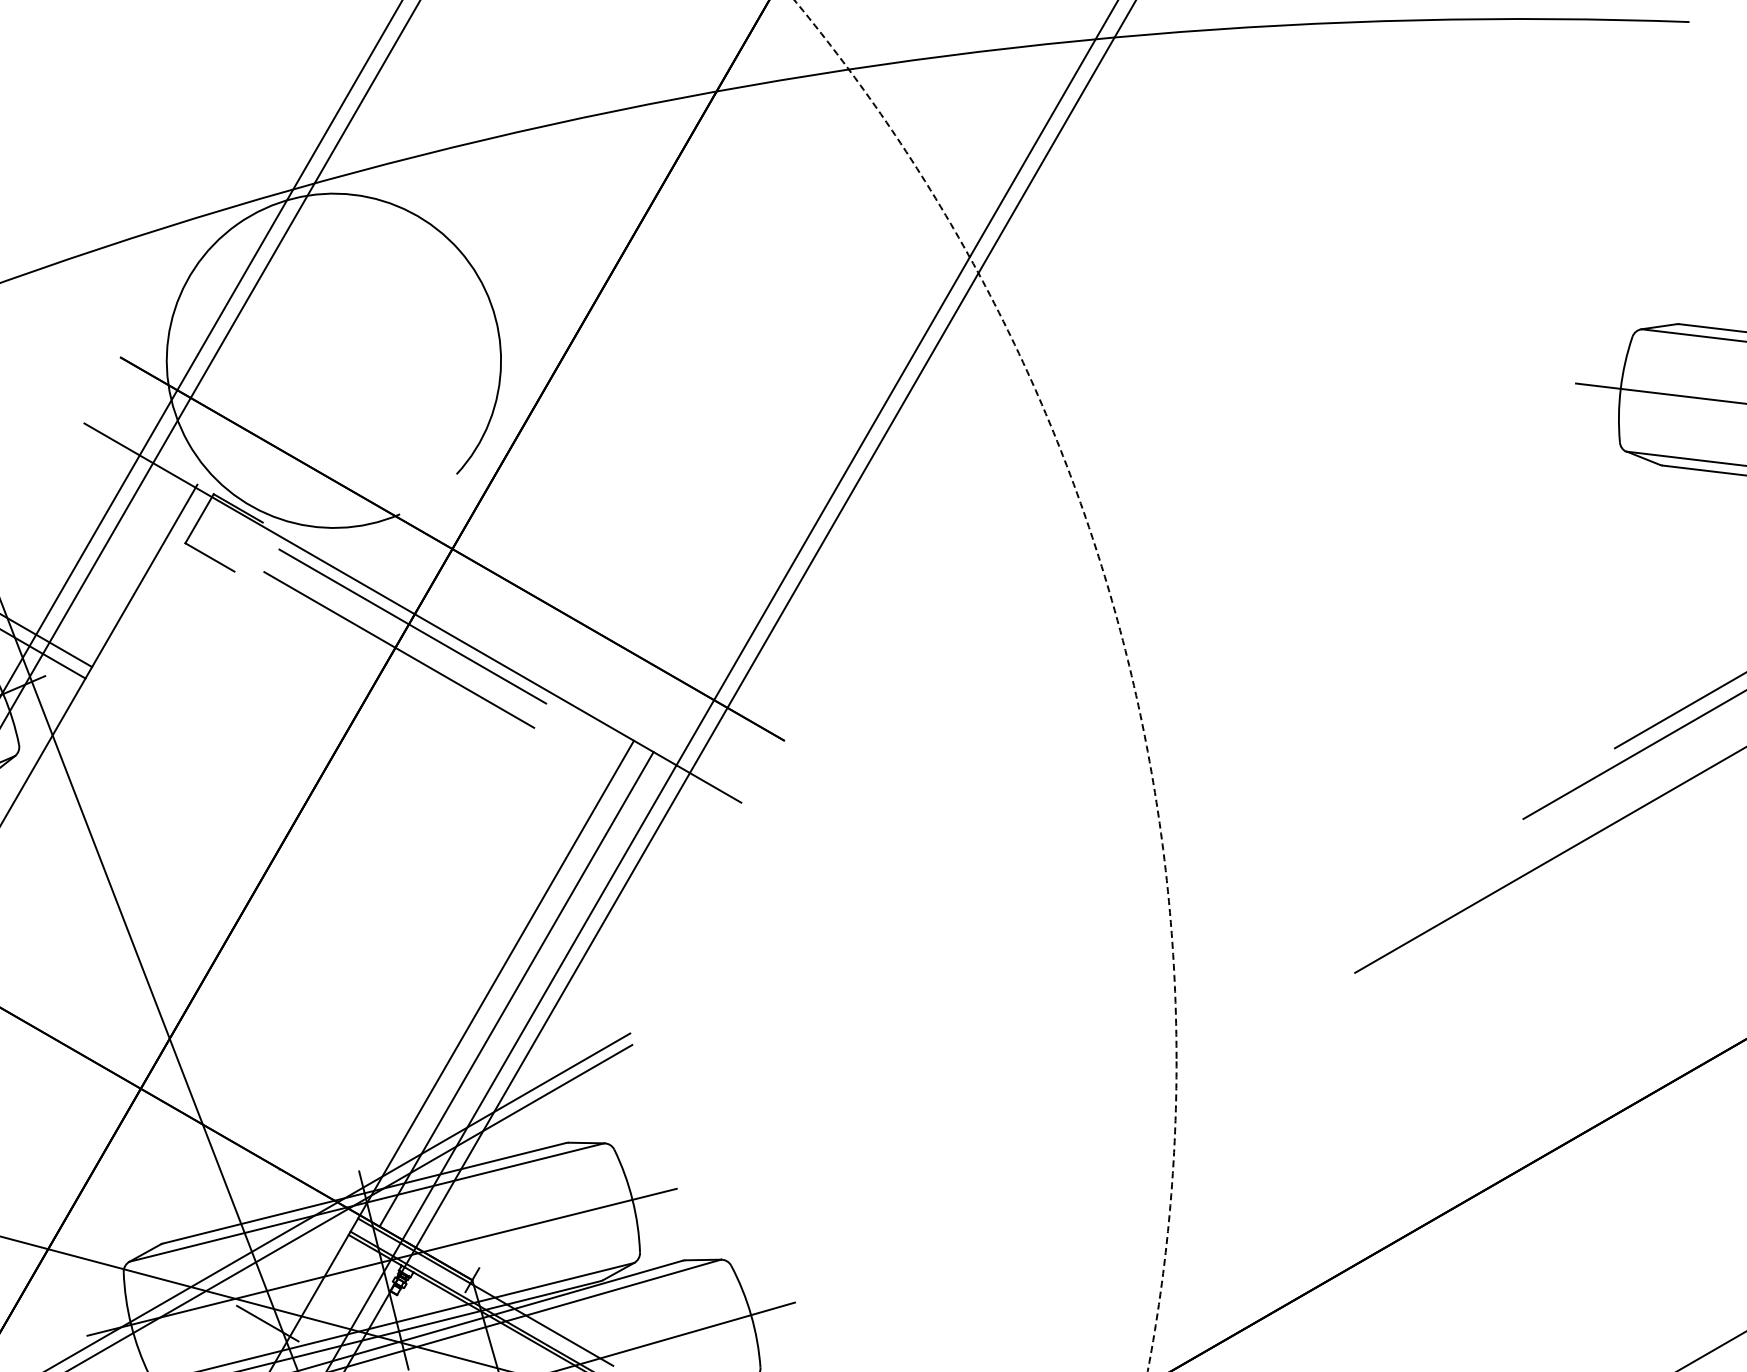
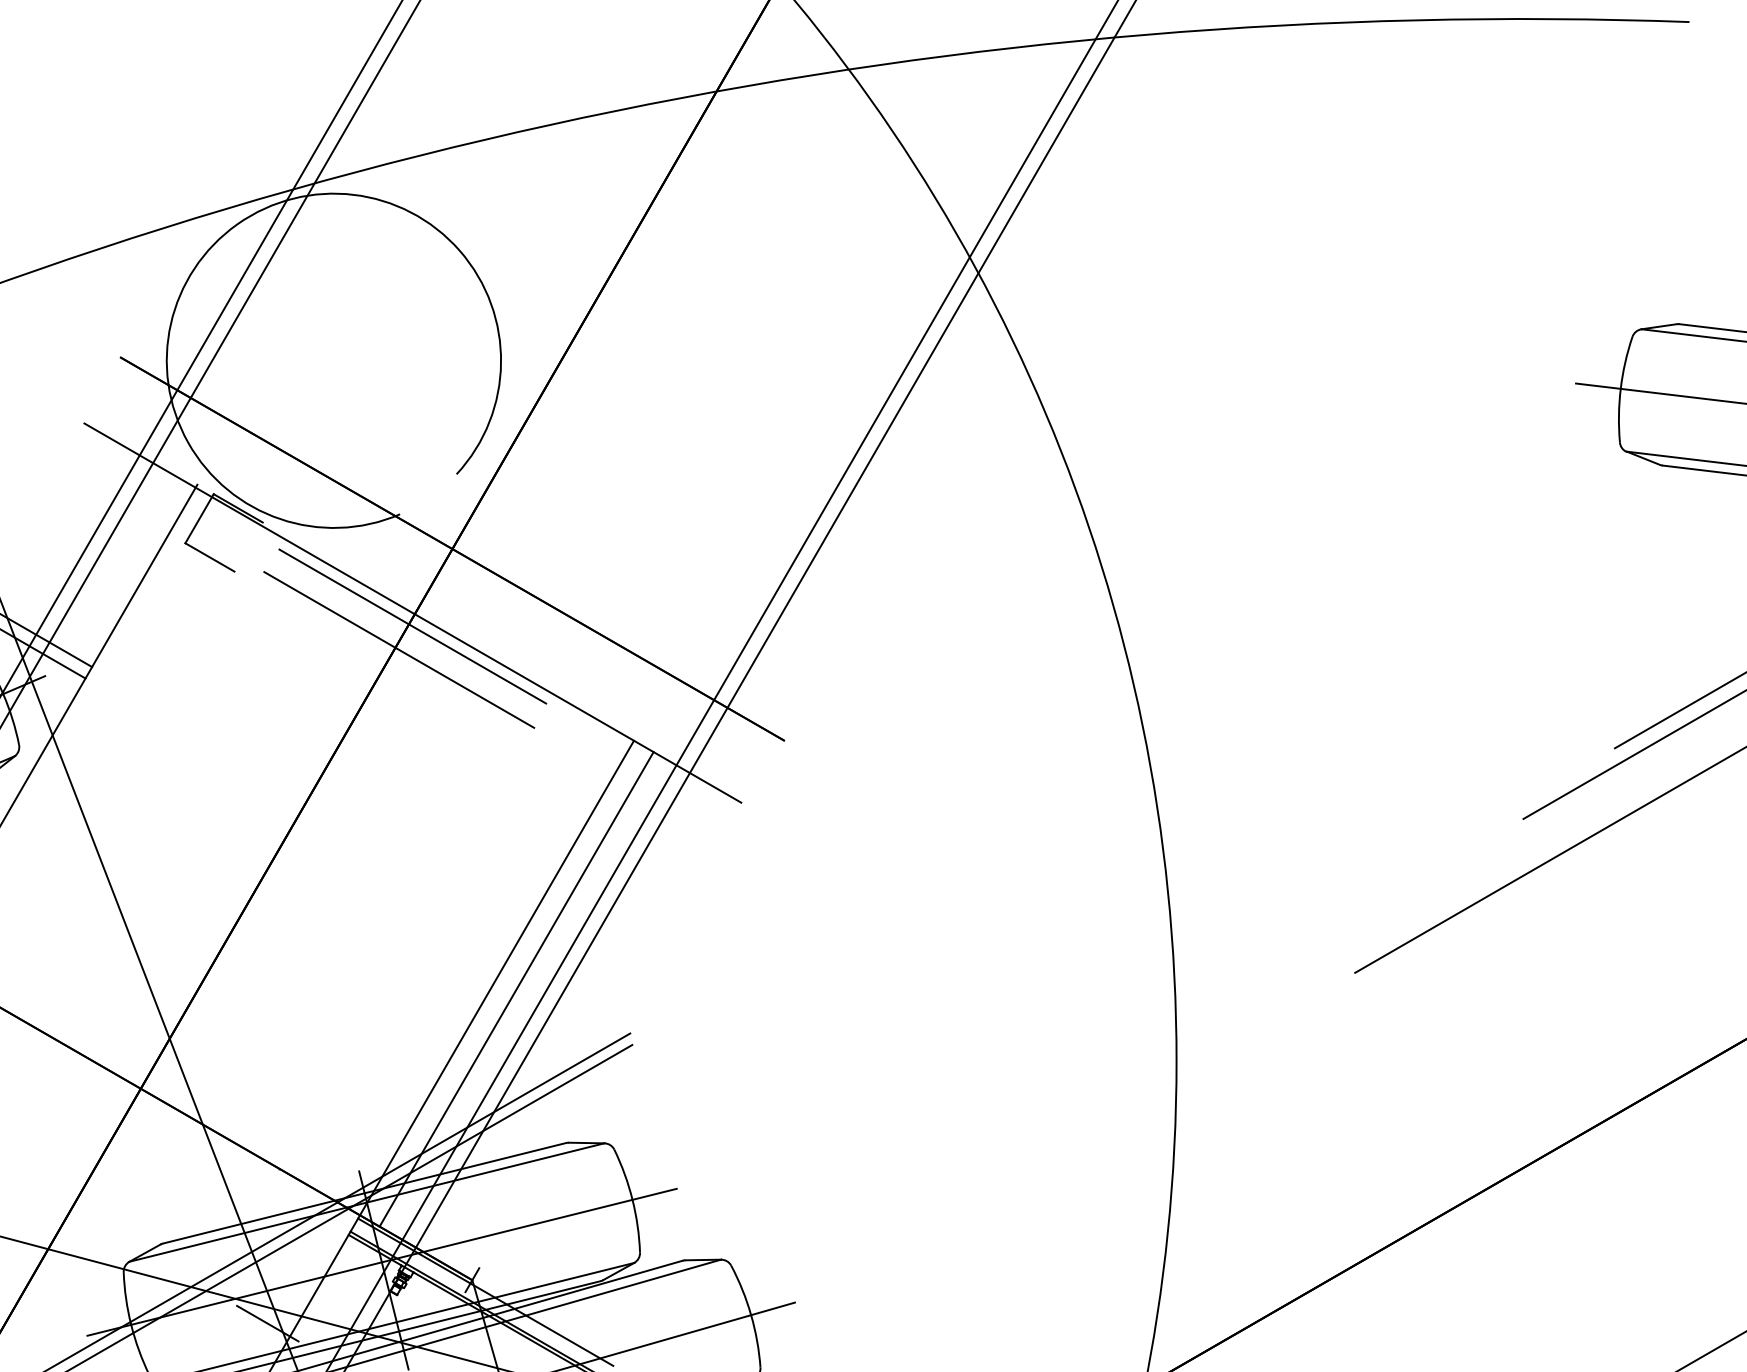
circle at (985, 685): dashed -> solid
